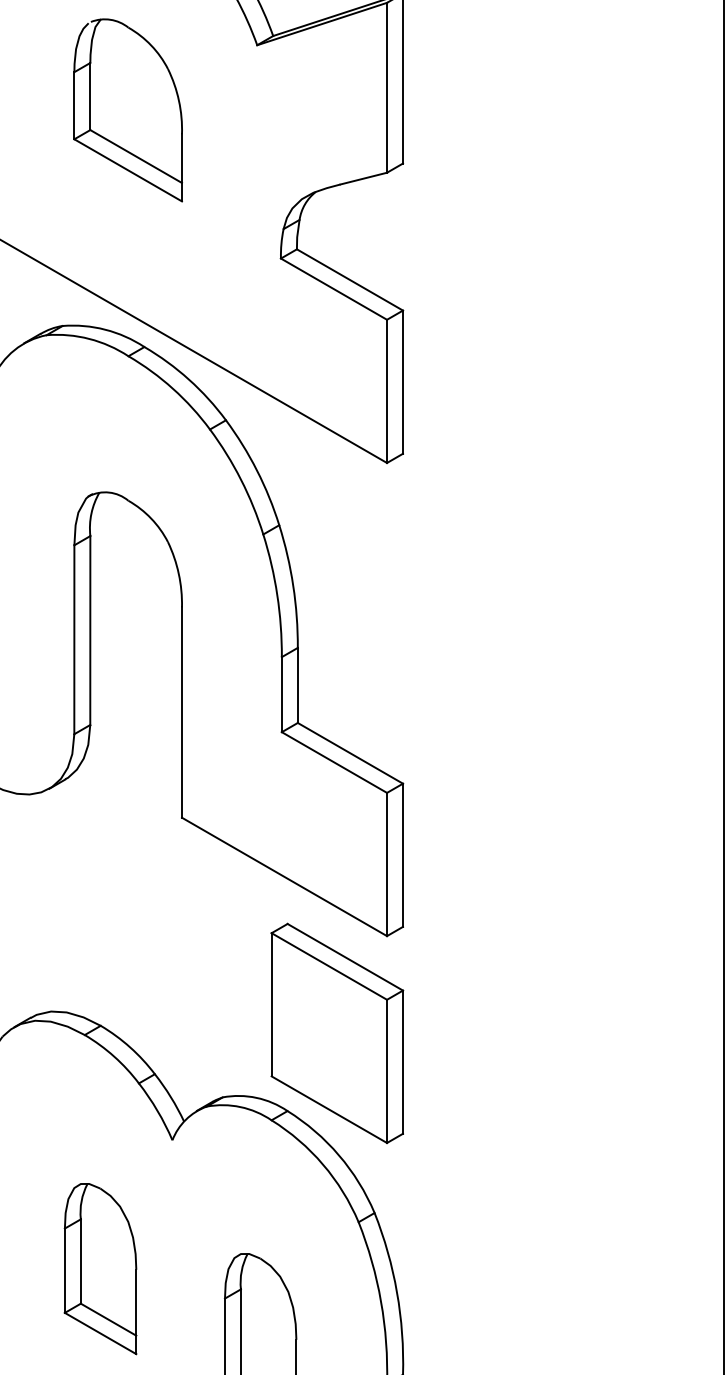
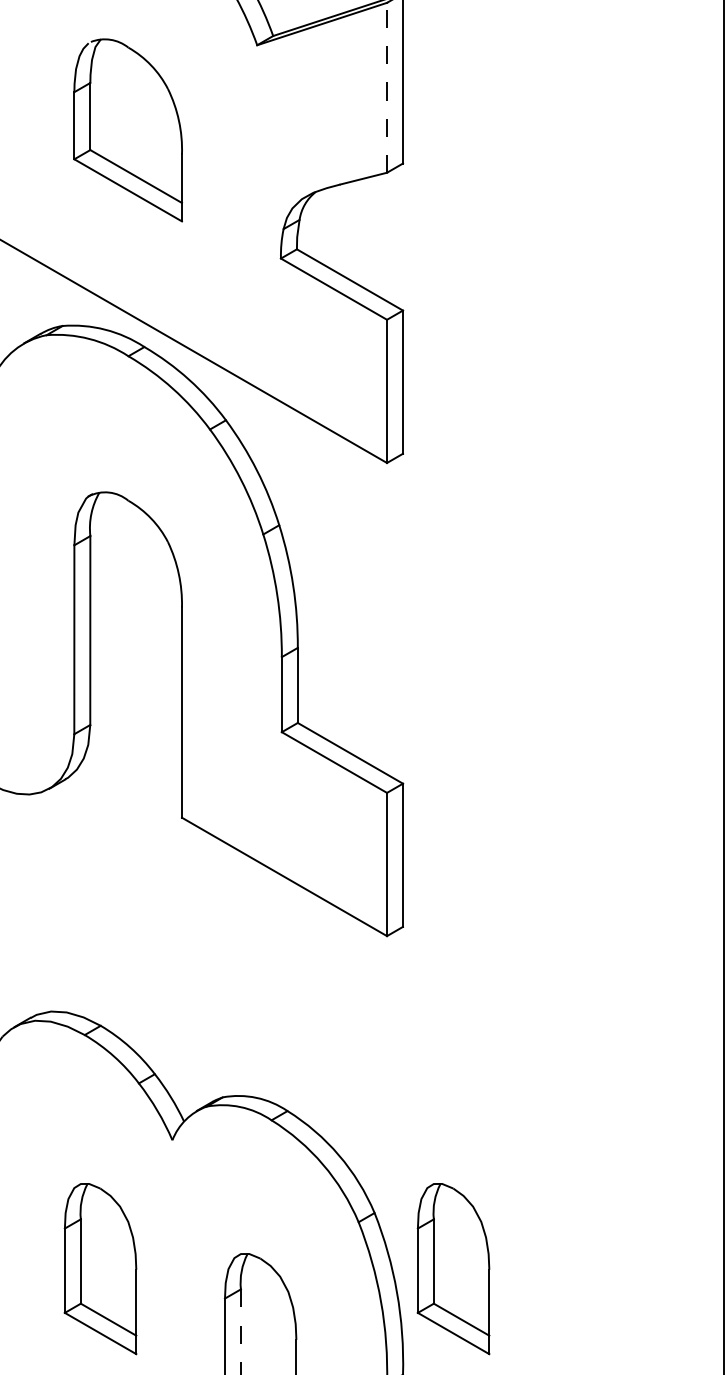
line at (387, 87): solid -> dashed
part at (127, 110) position: (127, 110) -> (127, 130)
part at (337, 1033): present -> none
part at (453, 1269): none -> present
line at (240, 1332): solid -> dashed
